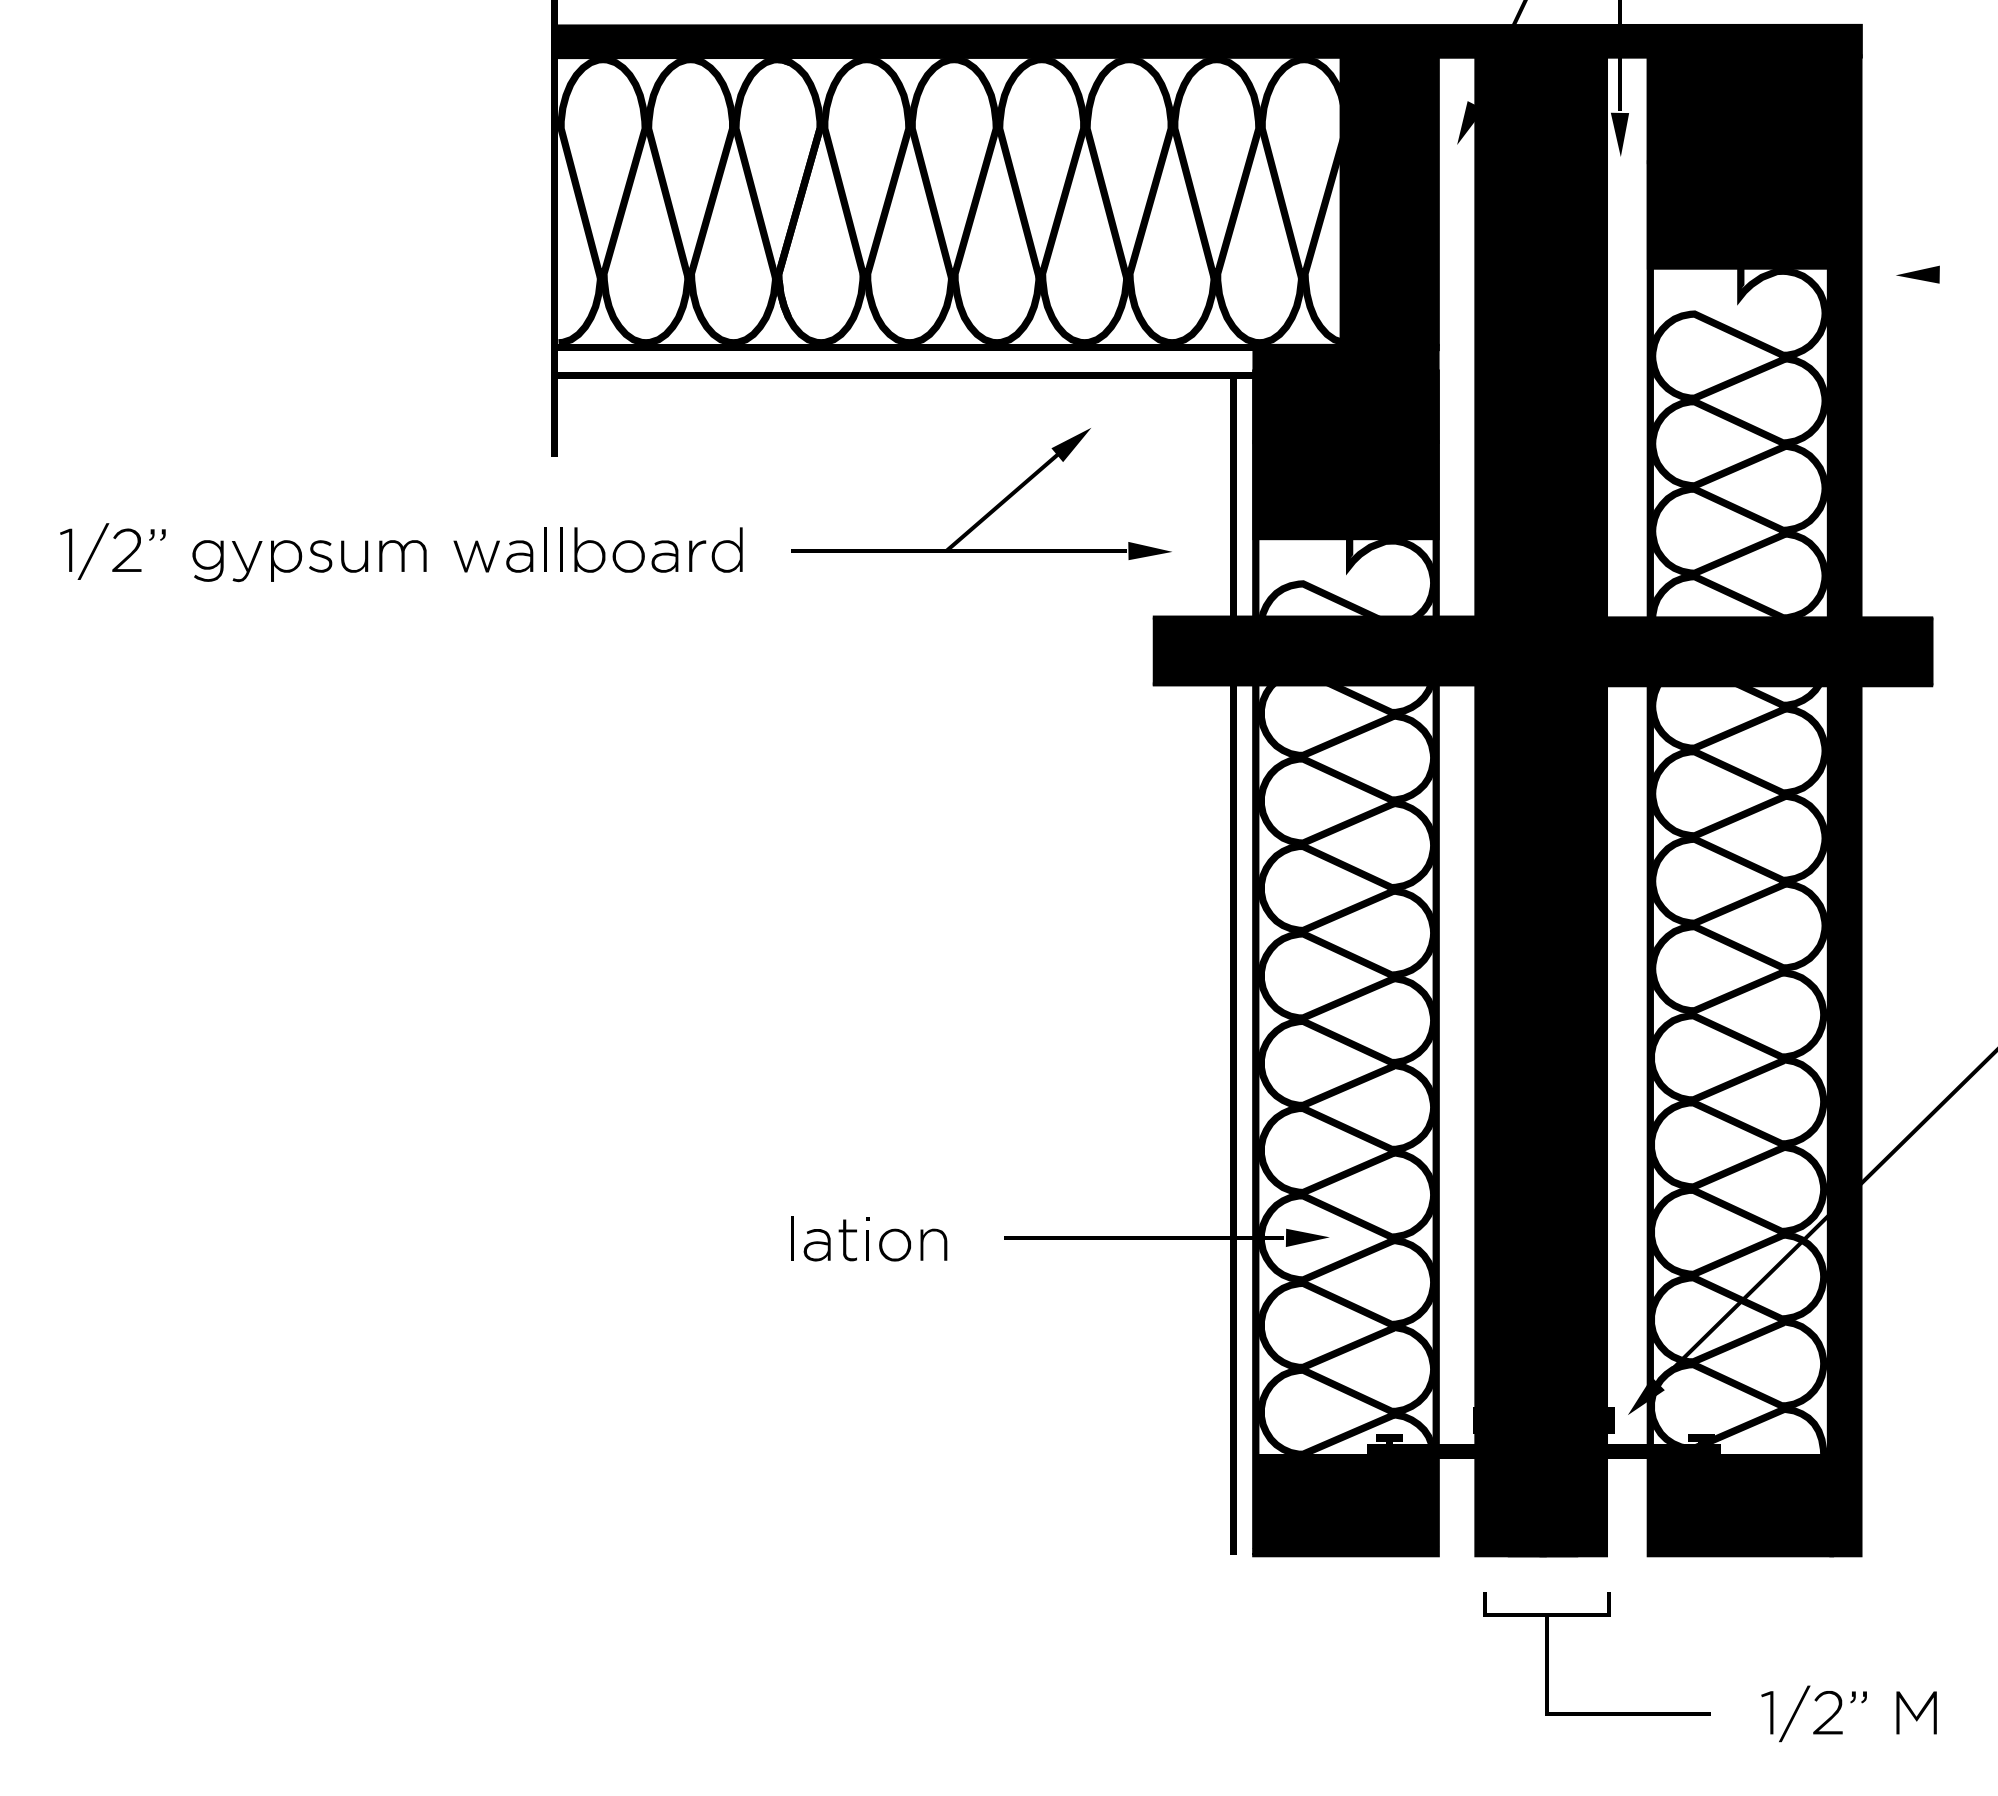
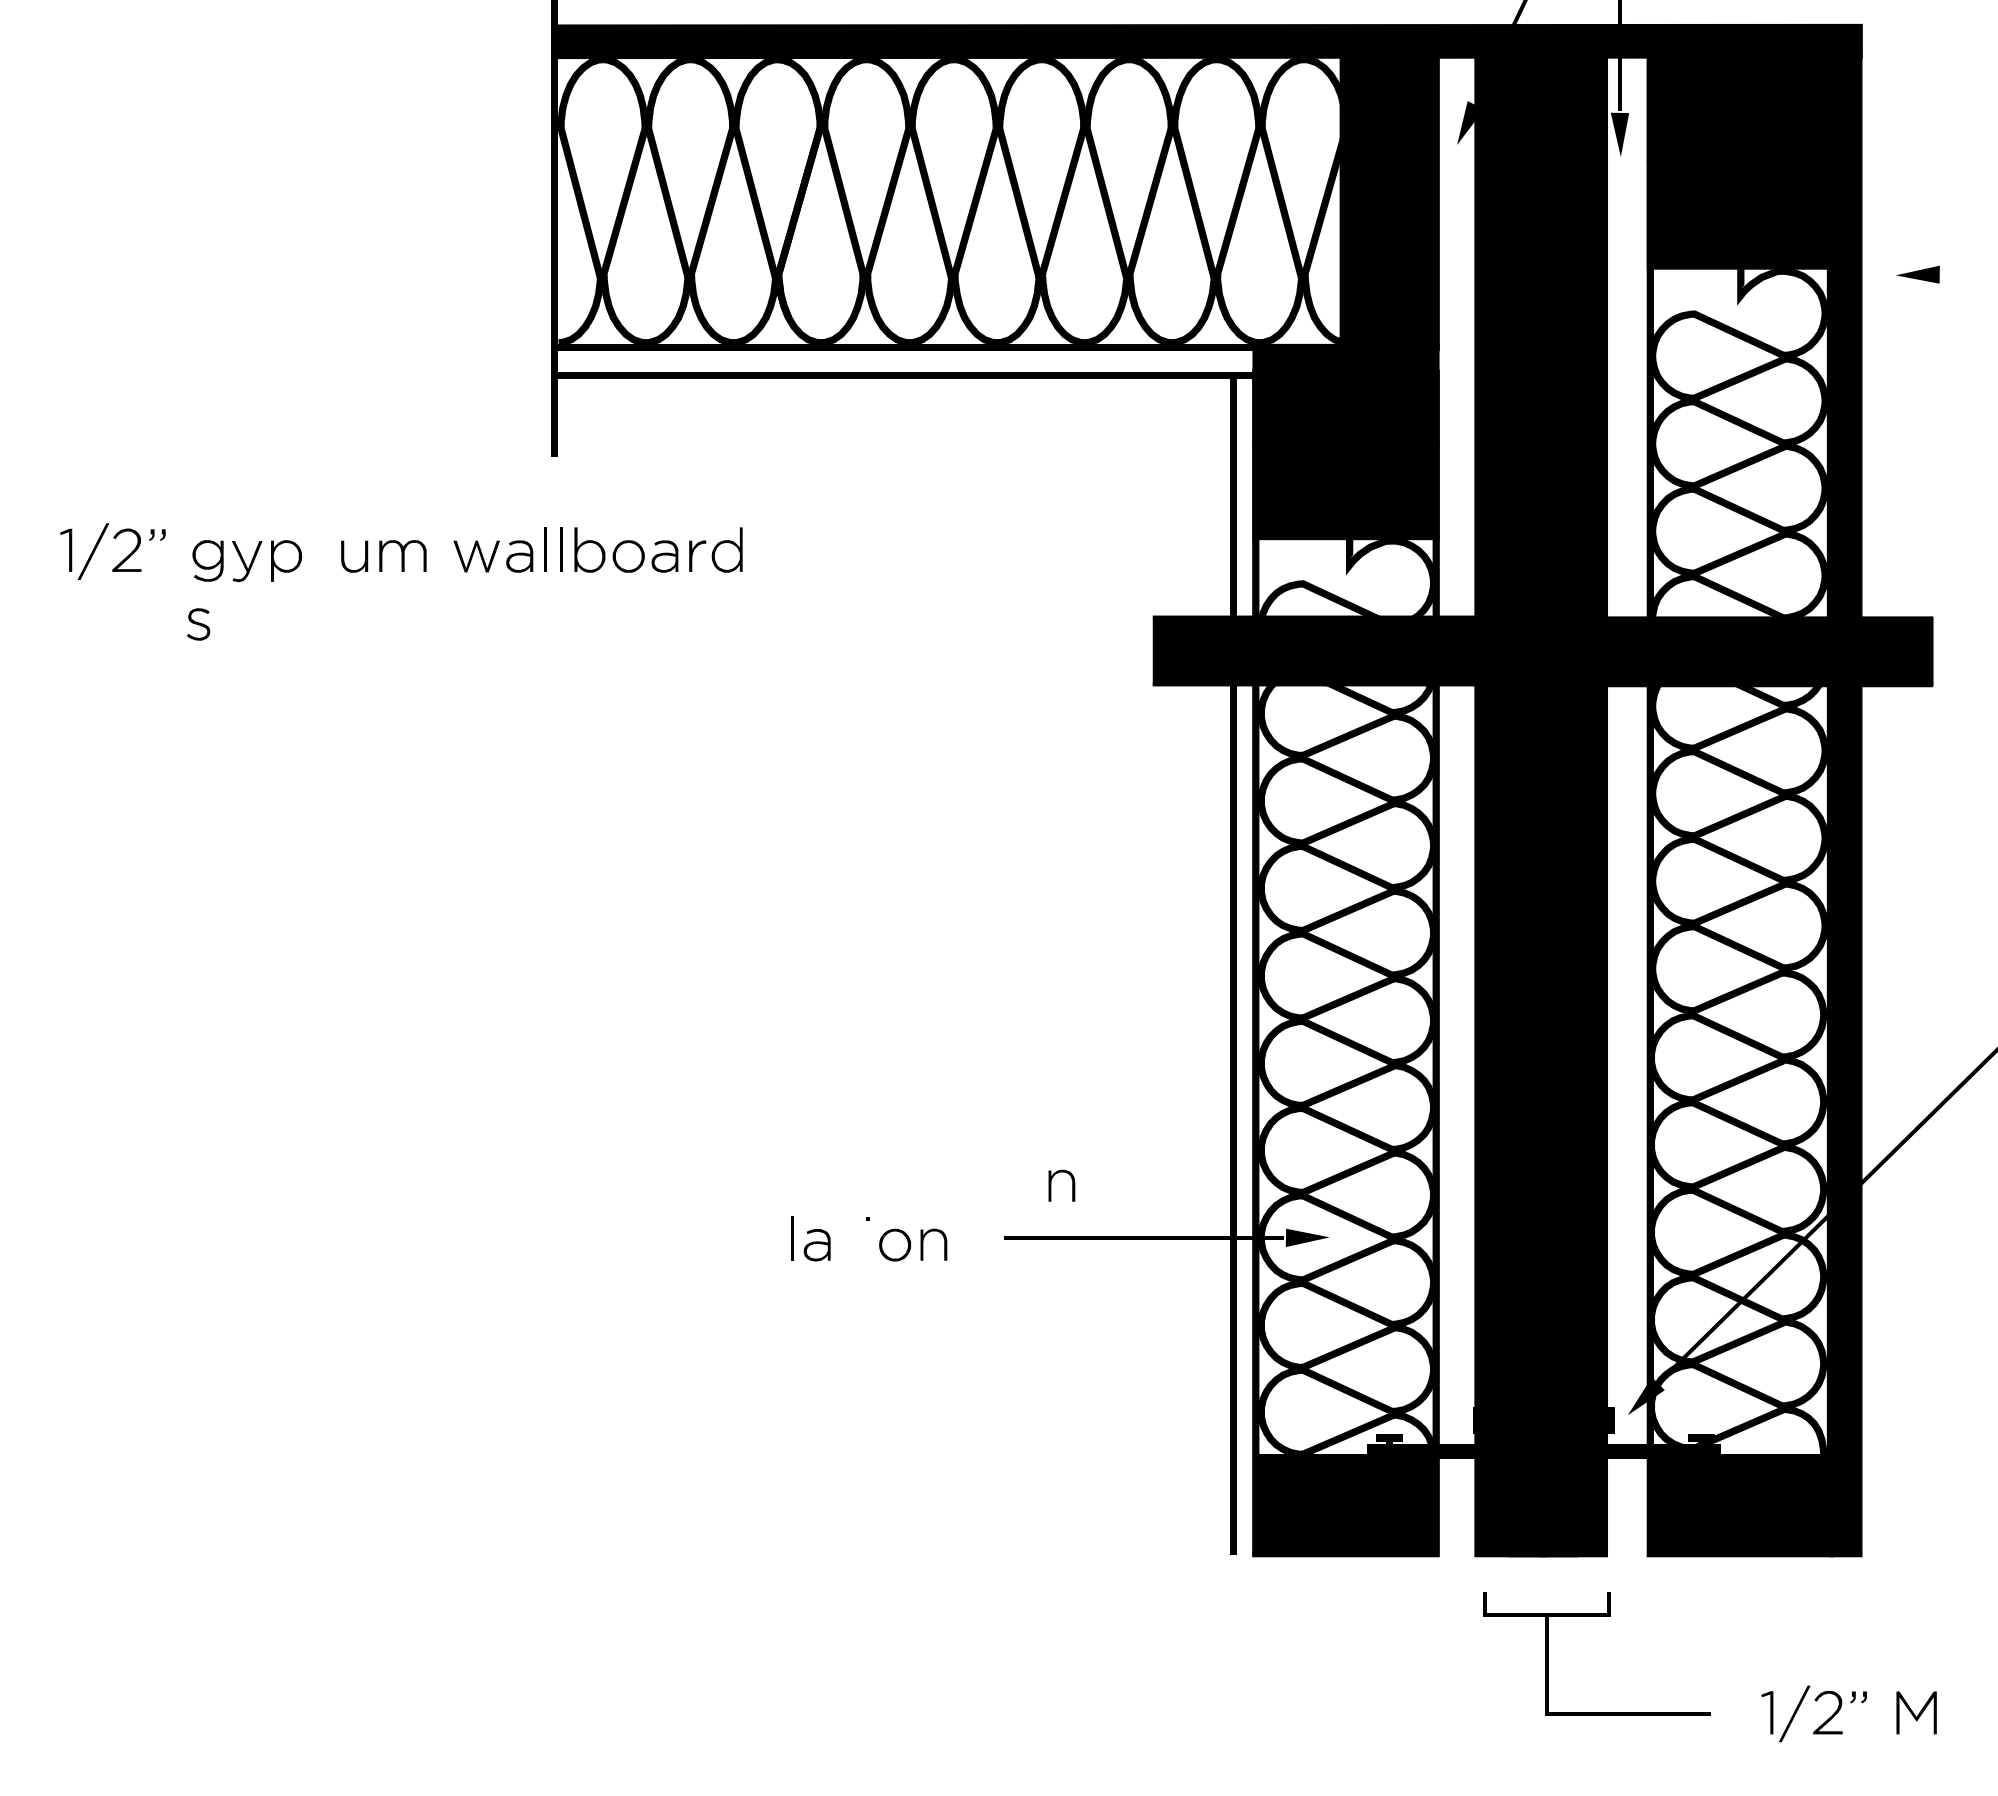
part at (994, 506): present -> none
part at (320, 556) position: (320, 556) -> (198, 624)
part at (1051, 1185): none -> present
fill at (847, 1240): present -> none
fill at (867, 1244): present -> none
